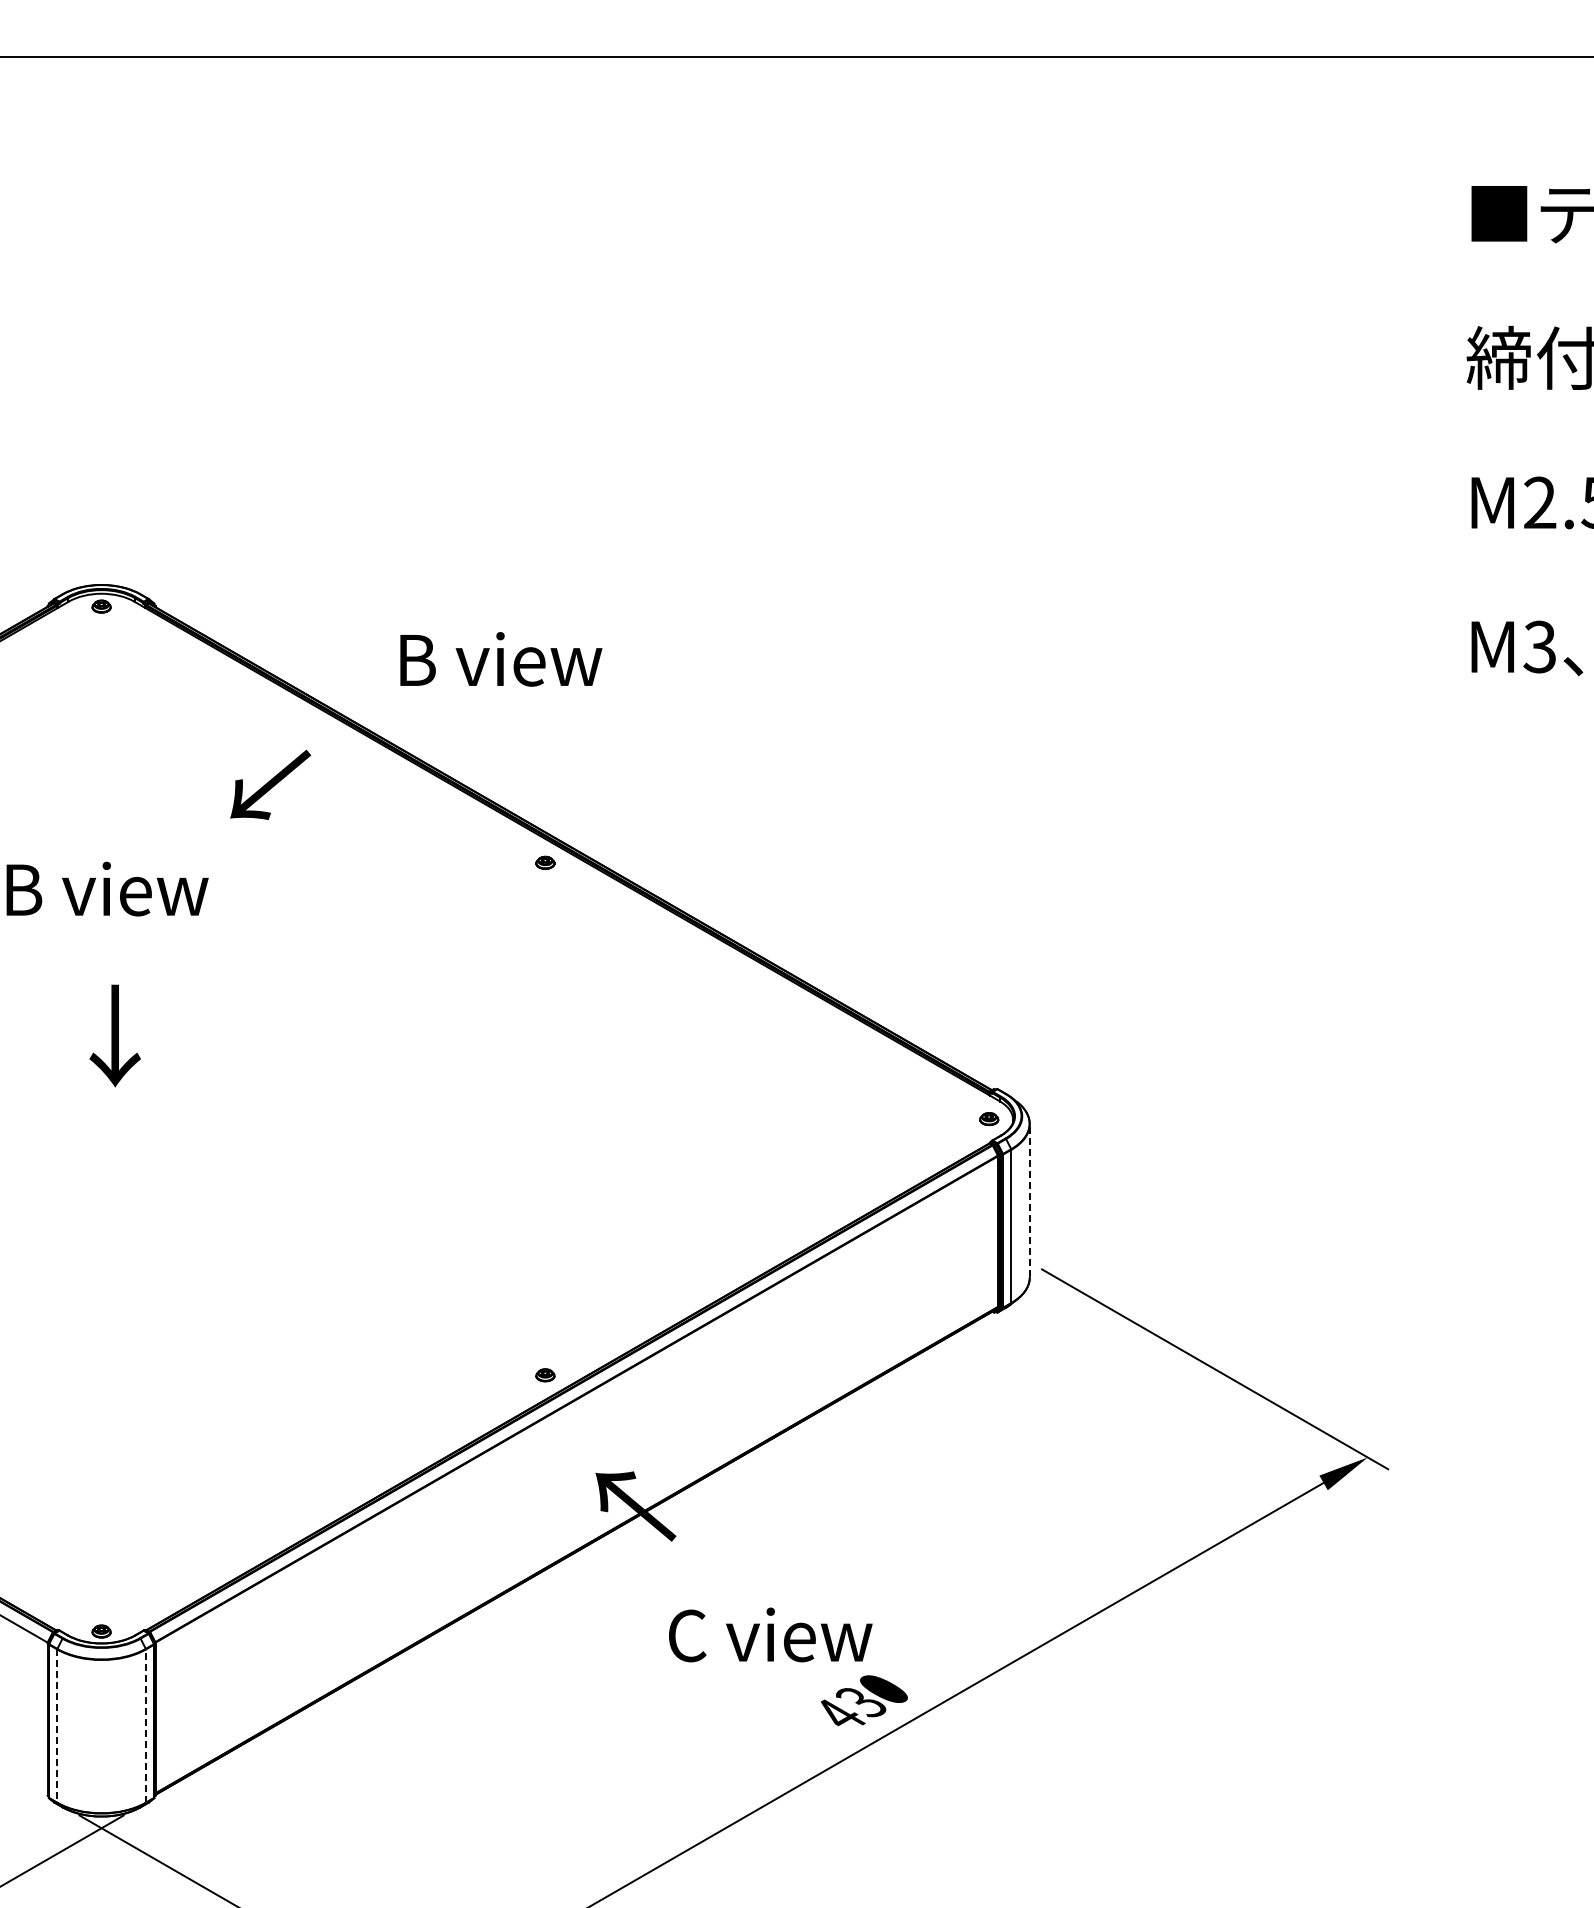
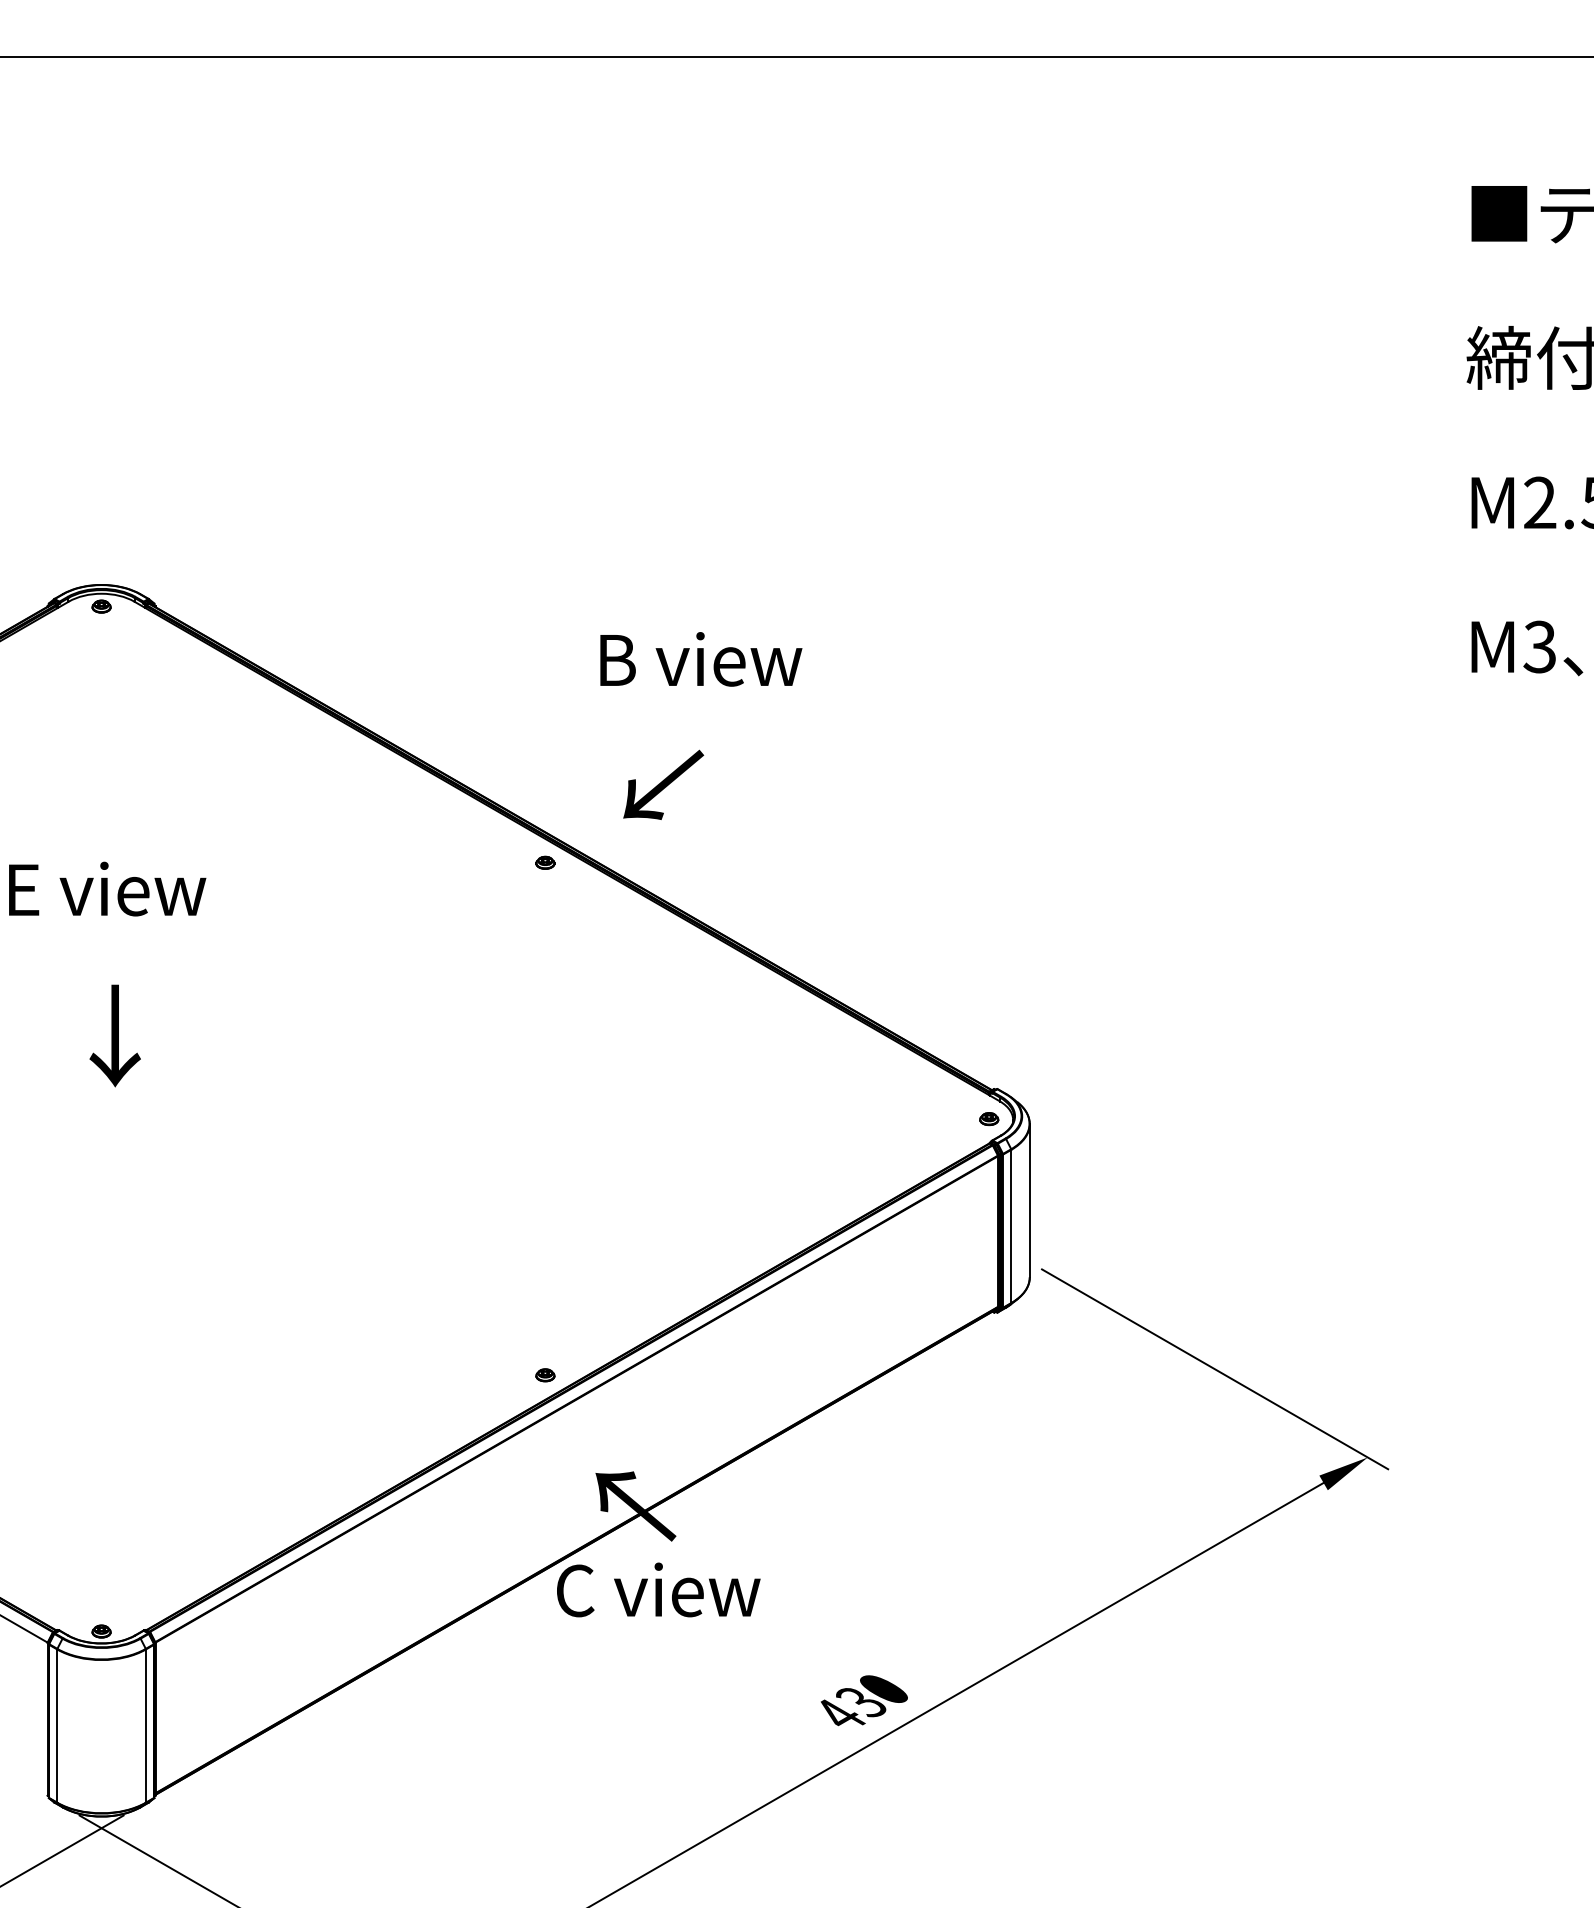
text at (501, 659) position: (501, 659) -> (701, 659)
text at (270, 784) position: (270, 784) -> (663, 784)
text at (107, 888): B view -> E view
line at (1029, 1200): dashed -> solid
text at (770, 1634) position: (770, 1634) -> (658, 1589)
line at (57, 1726): dashed -> solid
line at (145, 1726): dashed -> solid
